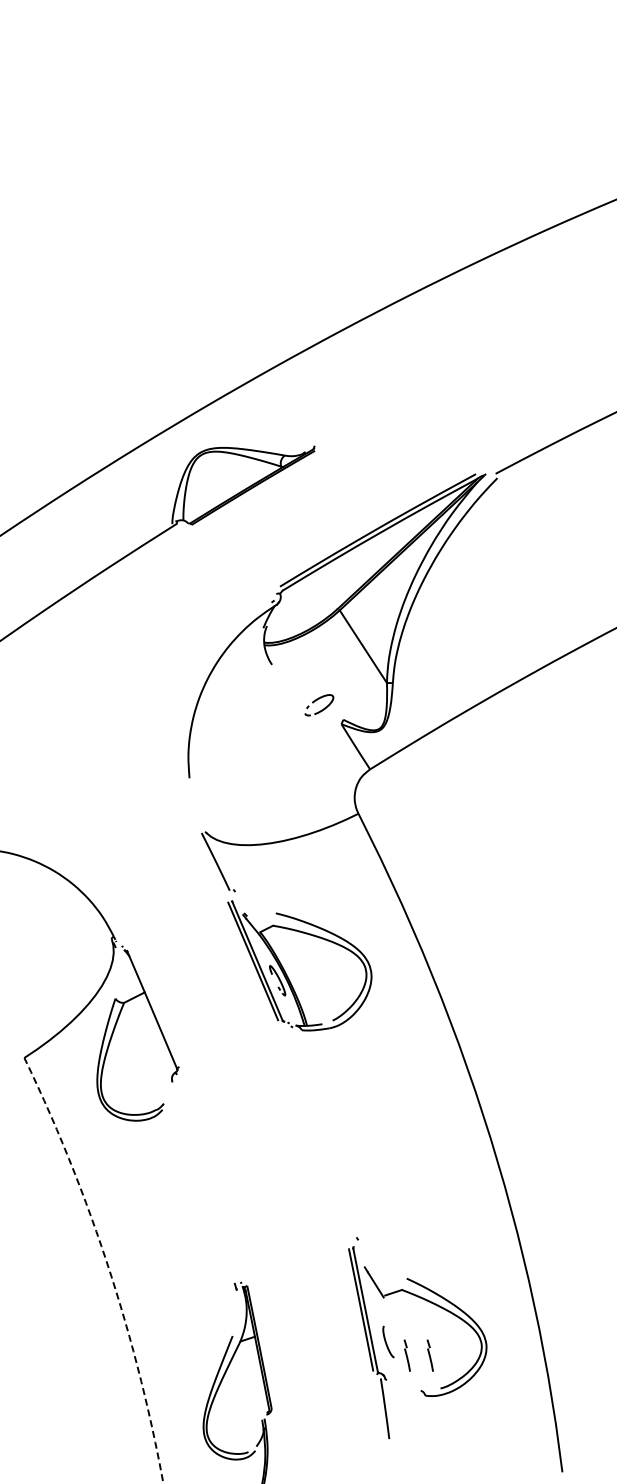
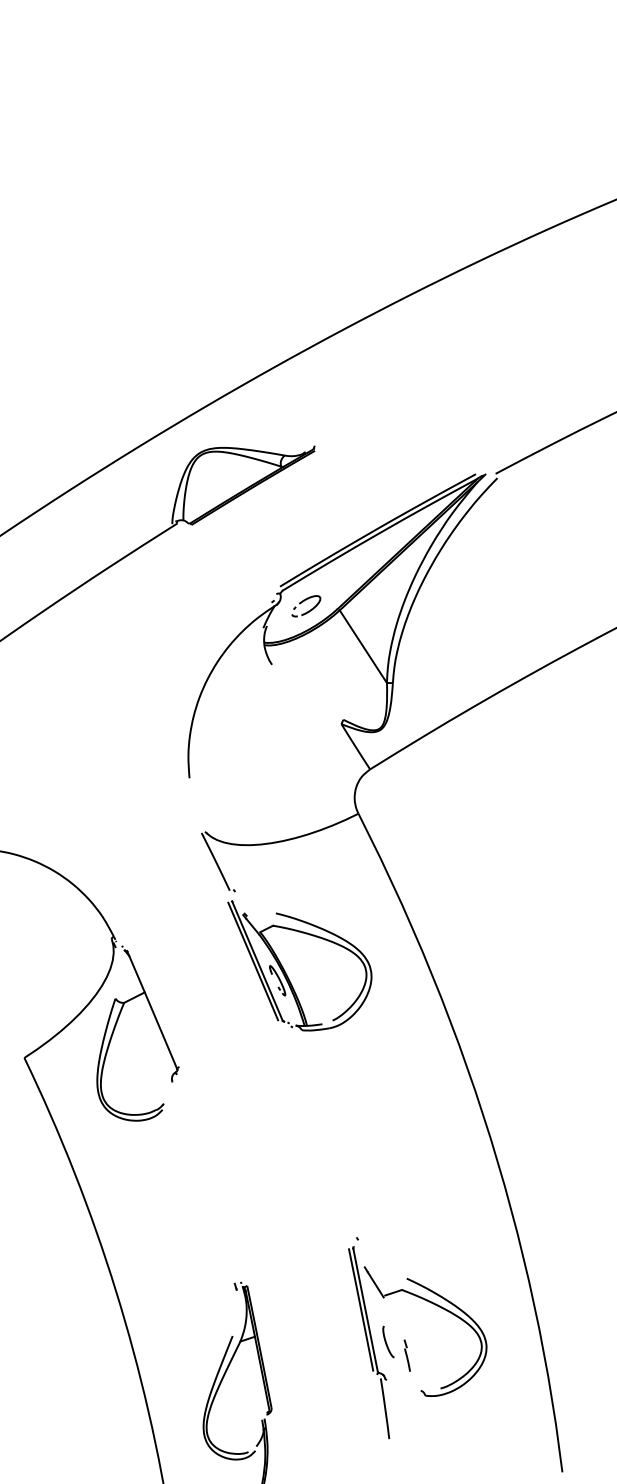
part at (319, 705) position: (319, 705) -> (306, 606)
arc at (107, 1266): dashed -> solid
part at (429, 1355): present -> none
